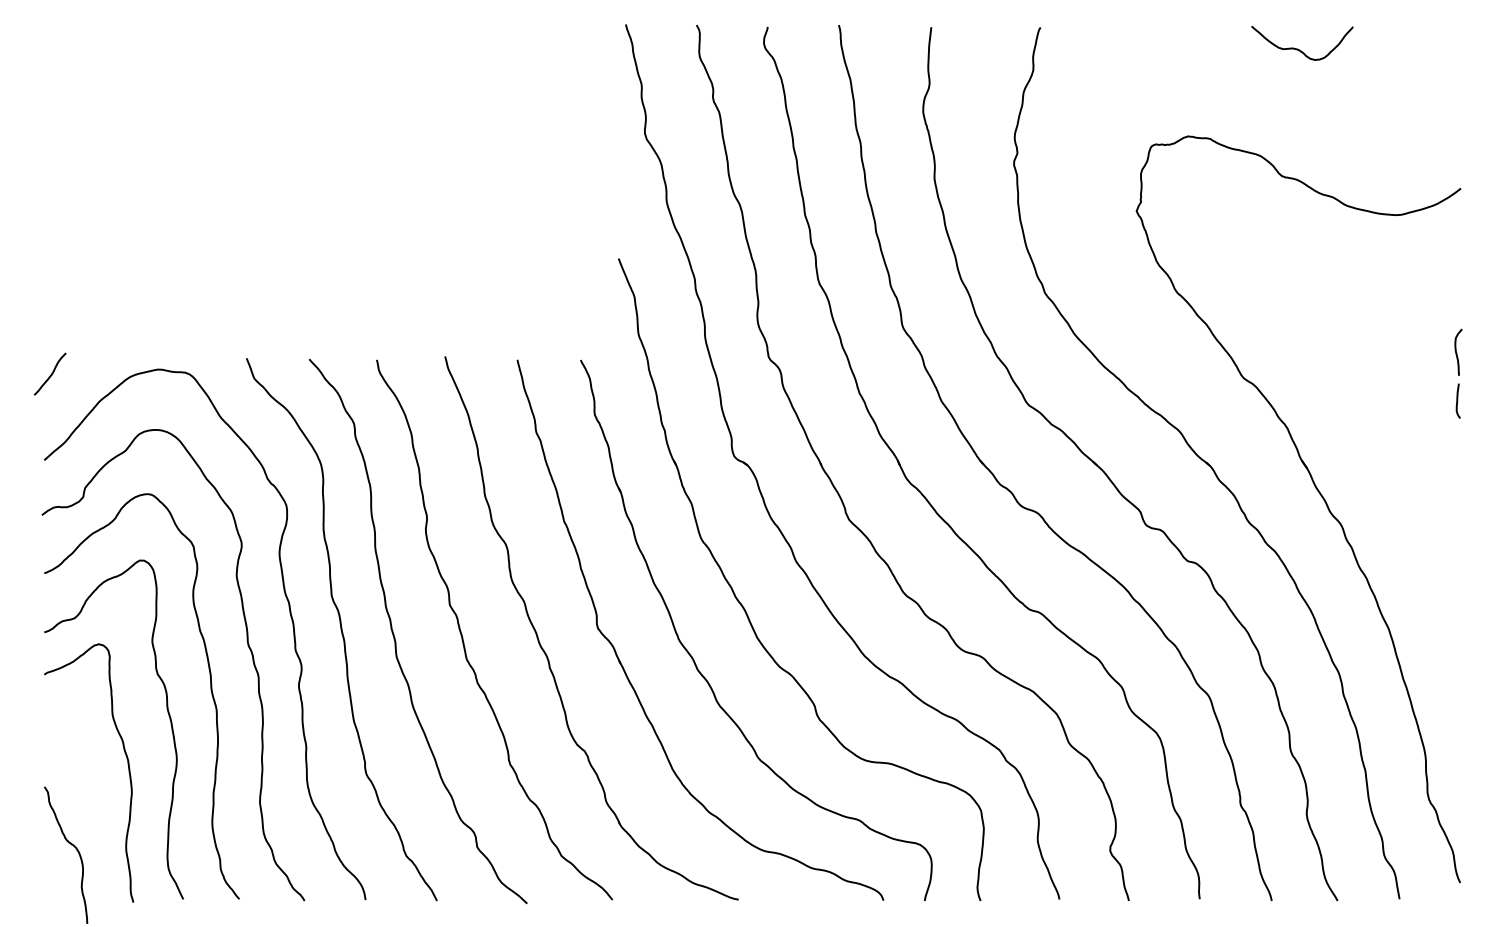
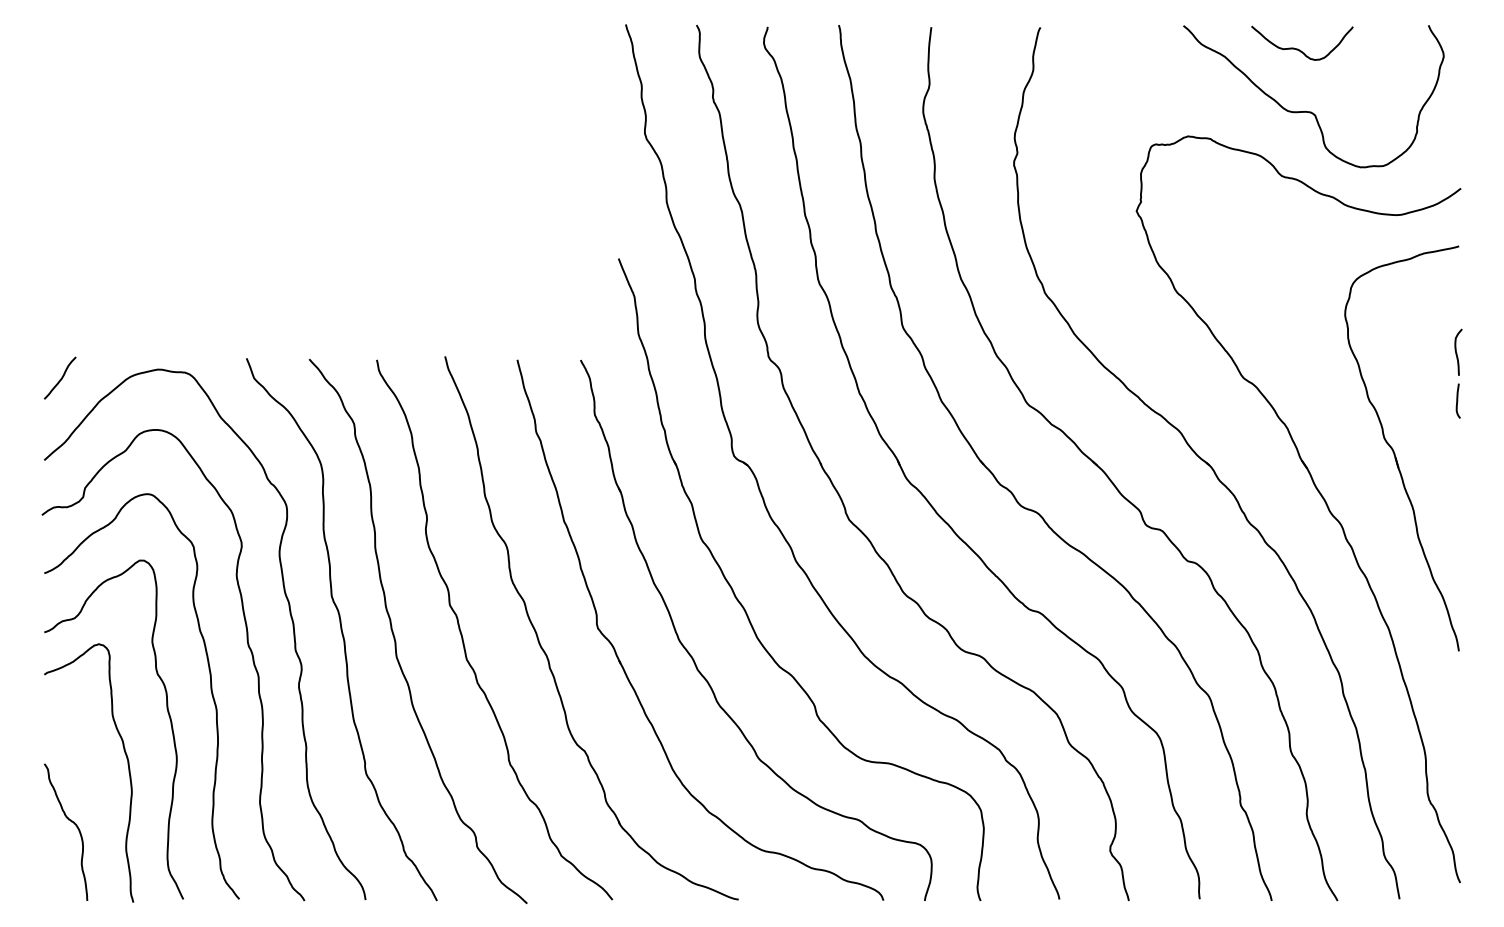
curve at (1311, 111): none -> present
curve at (51, 373) position: (51, 373) -> (61, 377)
part at (1394, 450): none -> present
curve at (71, 845) position: (71, 845) -> (71, 822)
